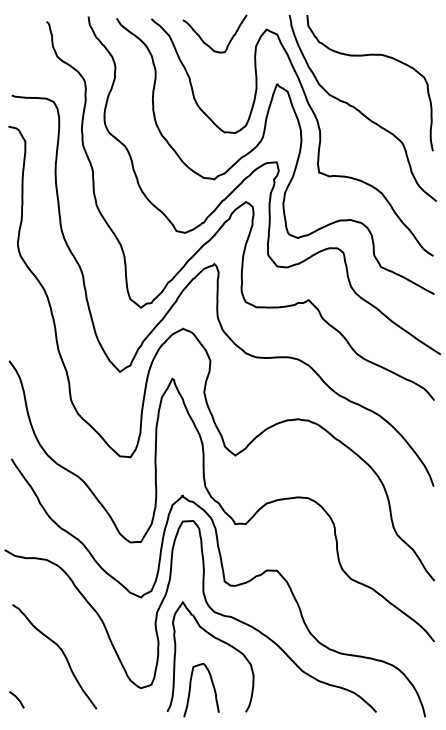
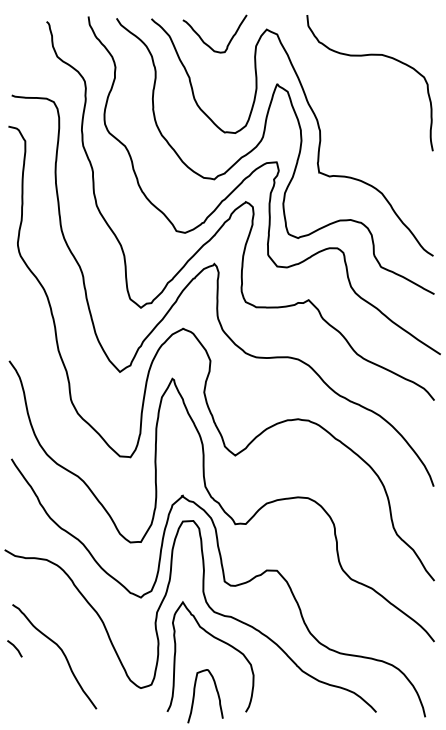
curve at (360, 110): present -> none
curve at (190, 690) position: (190, 690) -> (194, 696)
line at (16, 698) position: (16, 698) -> (14, 647)
